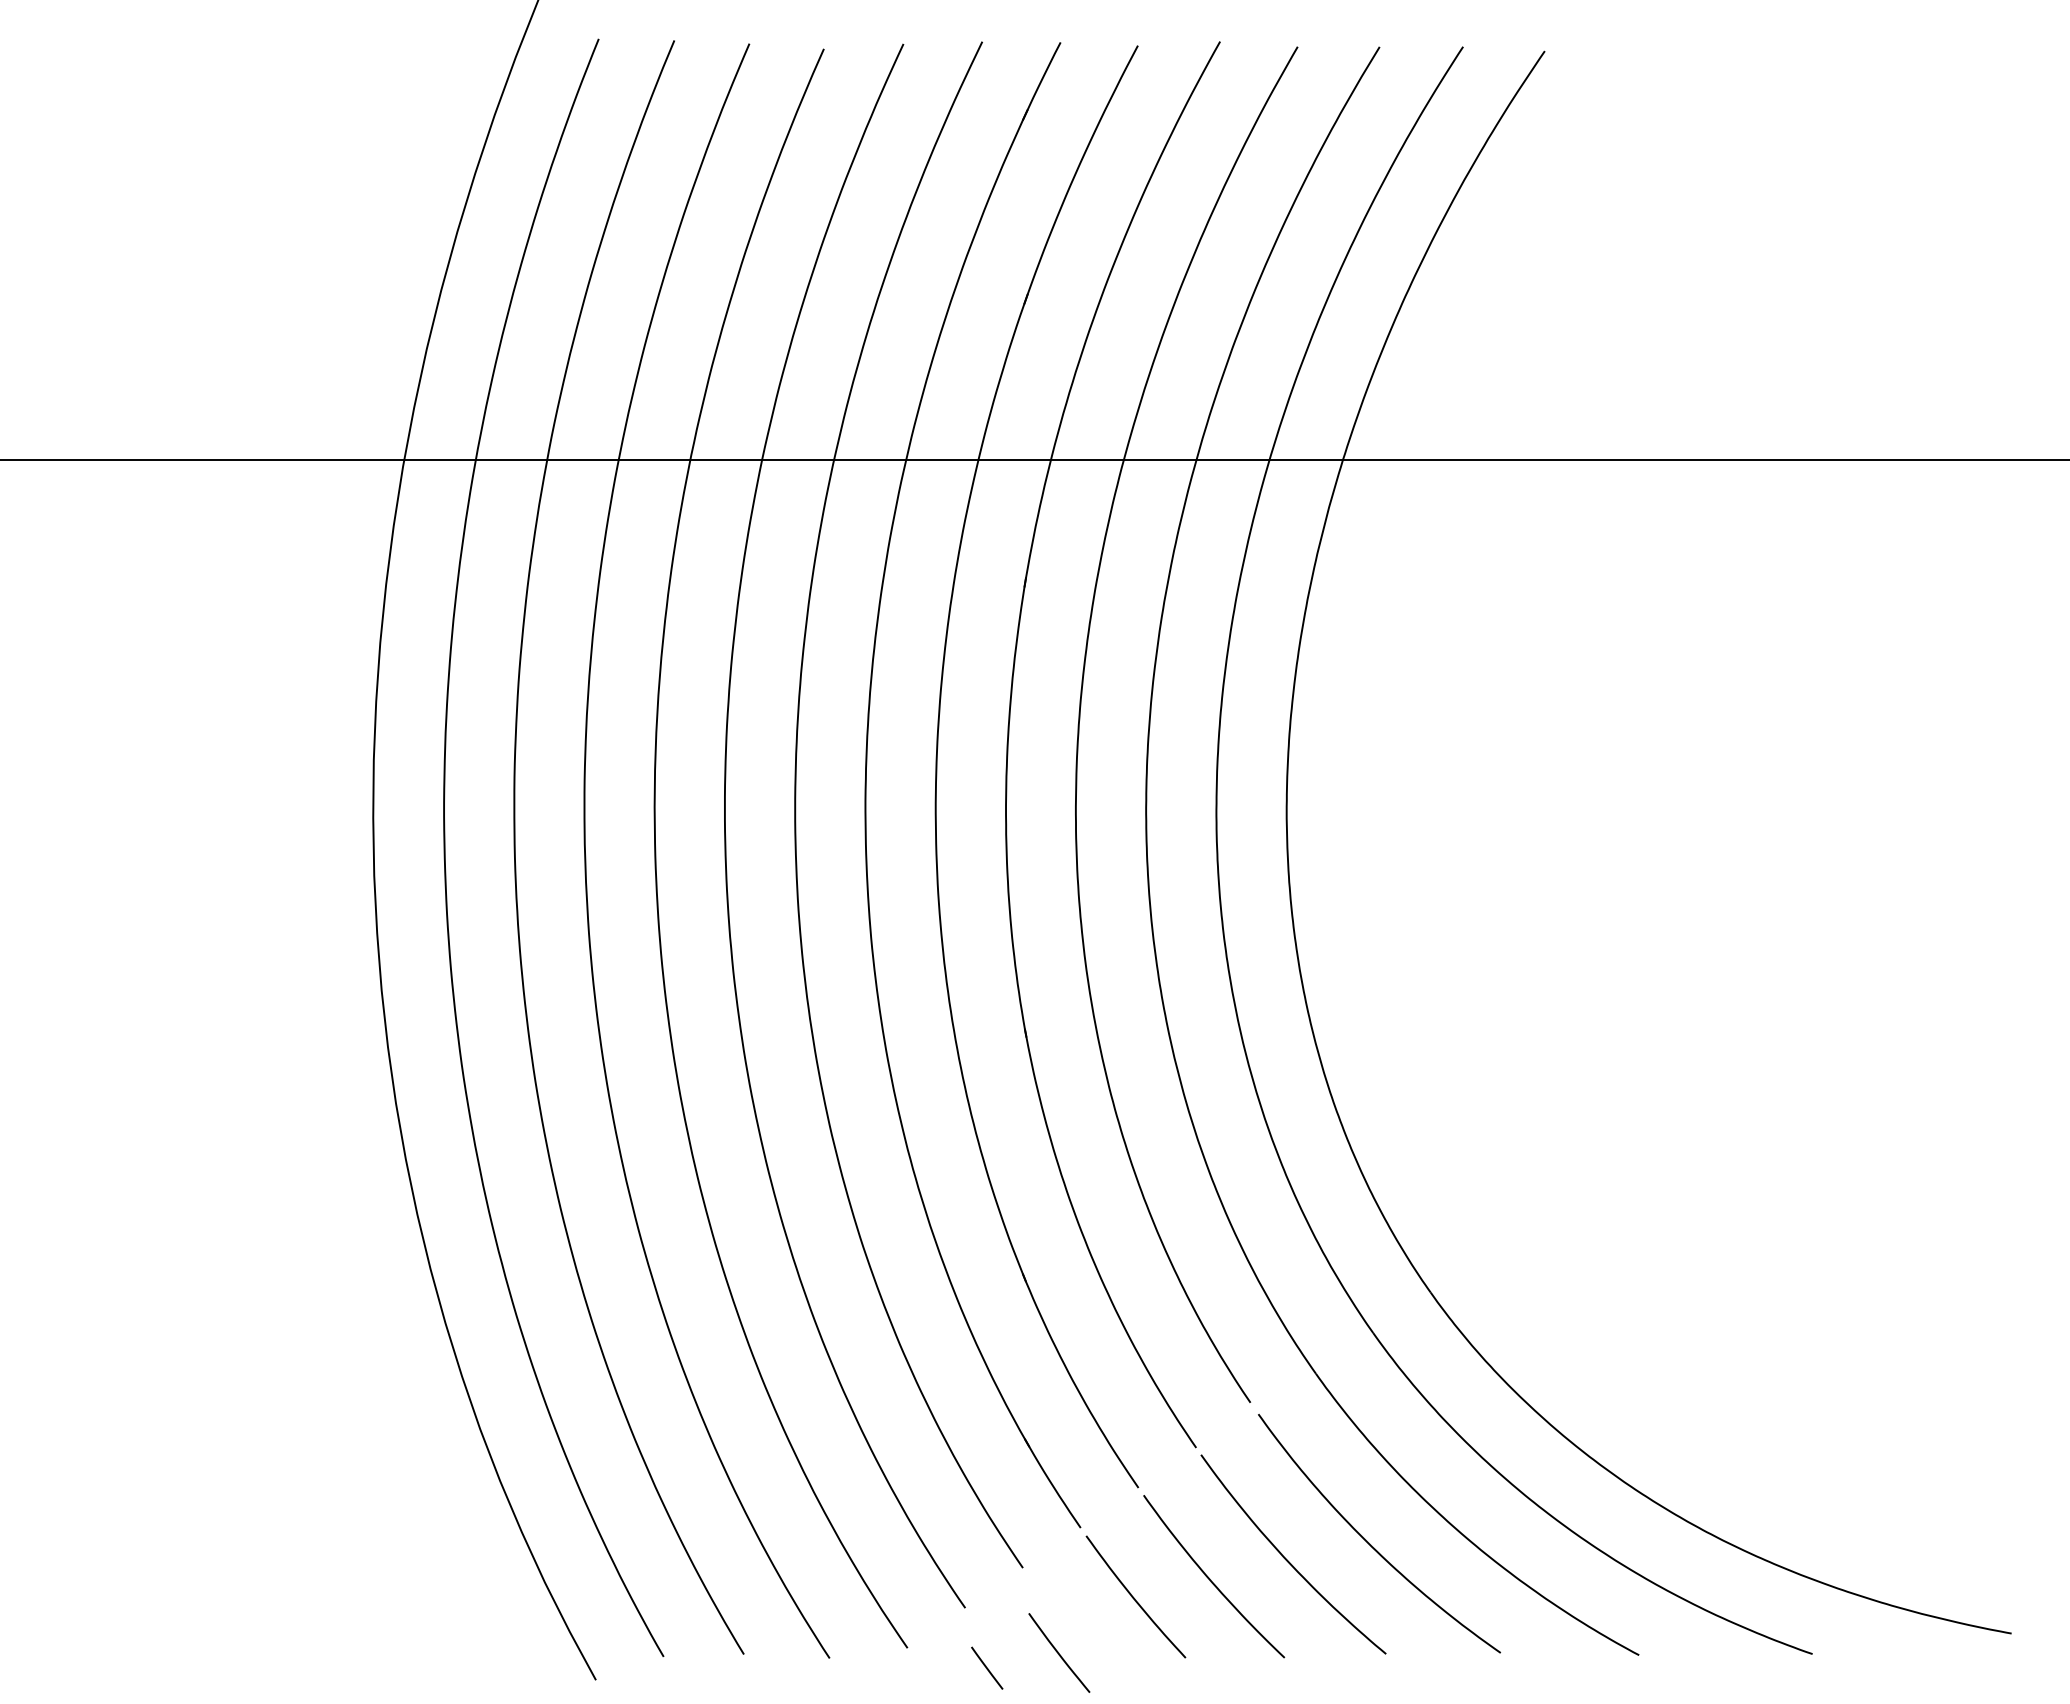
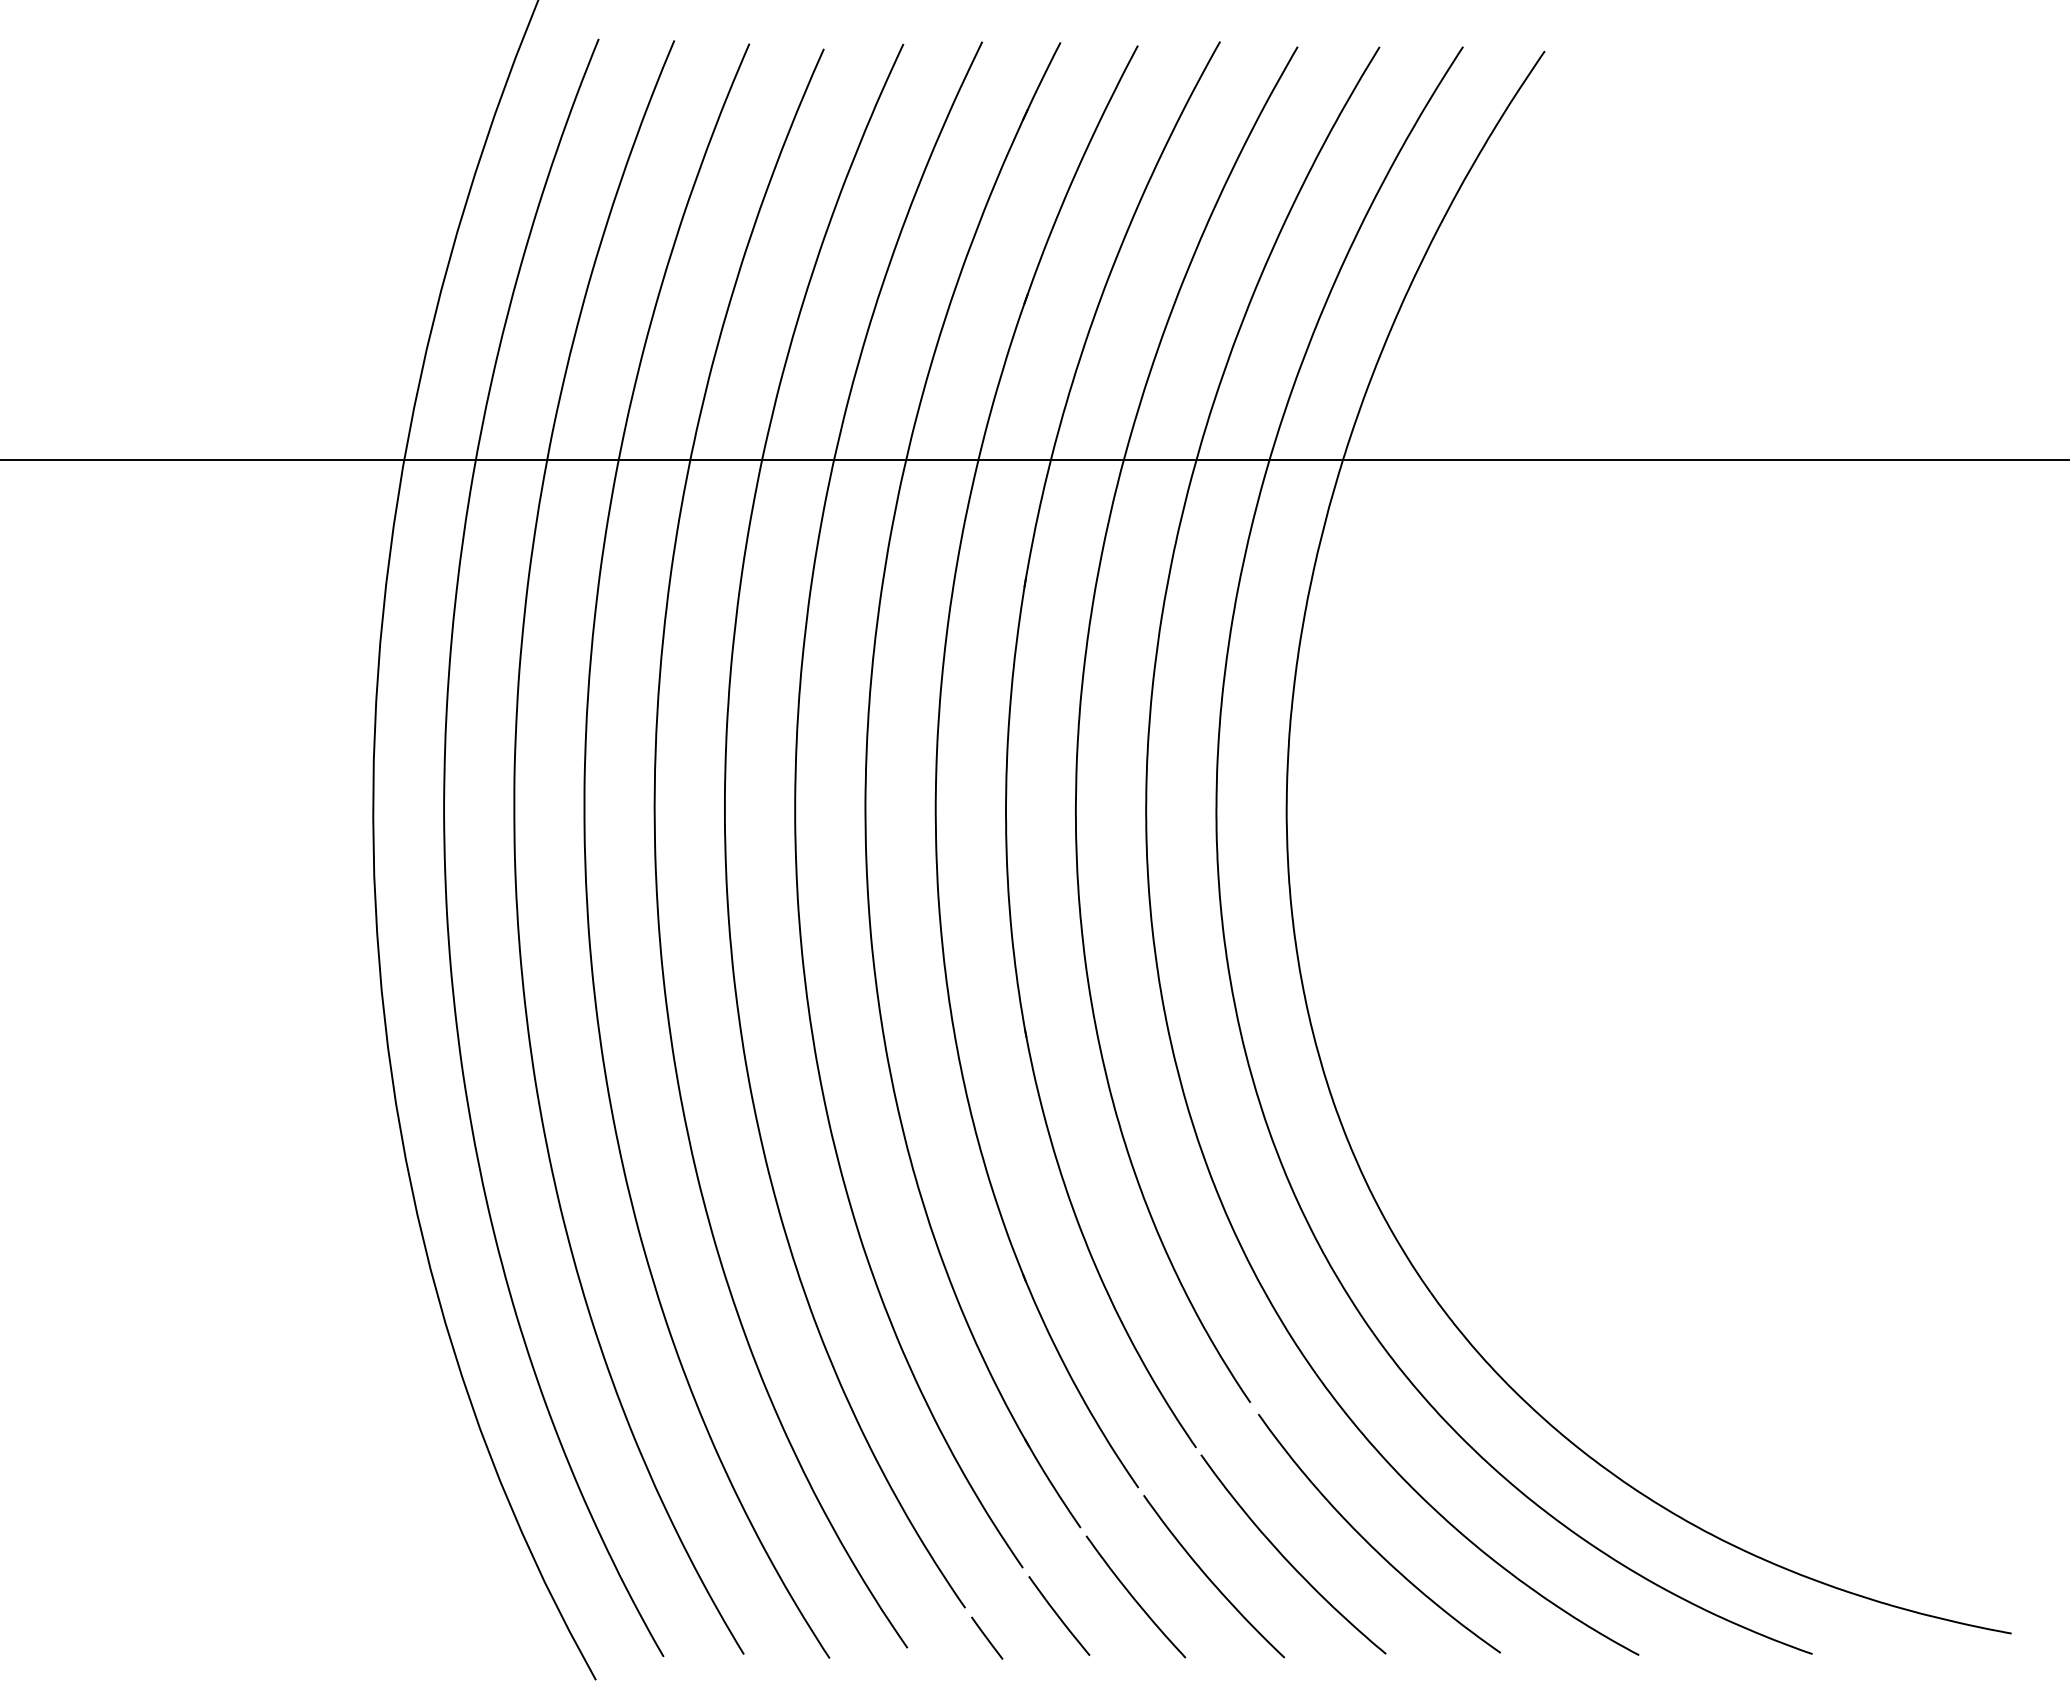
curve at (1058, 1652) position: (1058, 1652) -> (1058, 1615)
line at (987, 1667) position: (987, 1667) -> (987, 1637)
